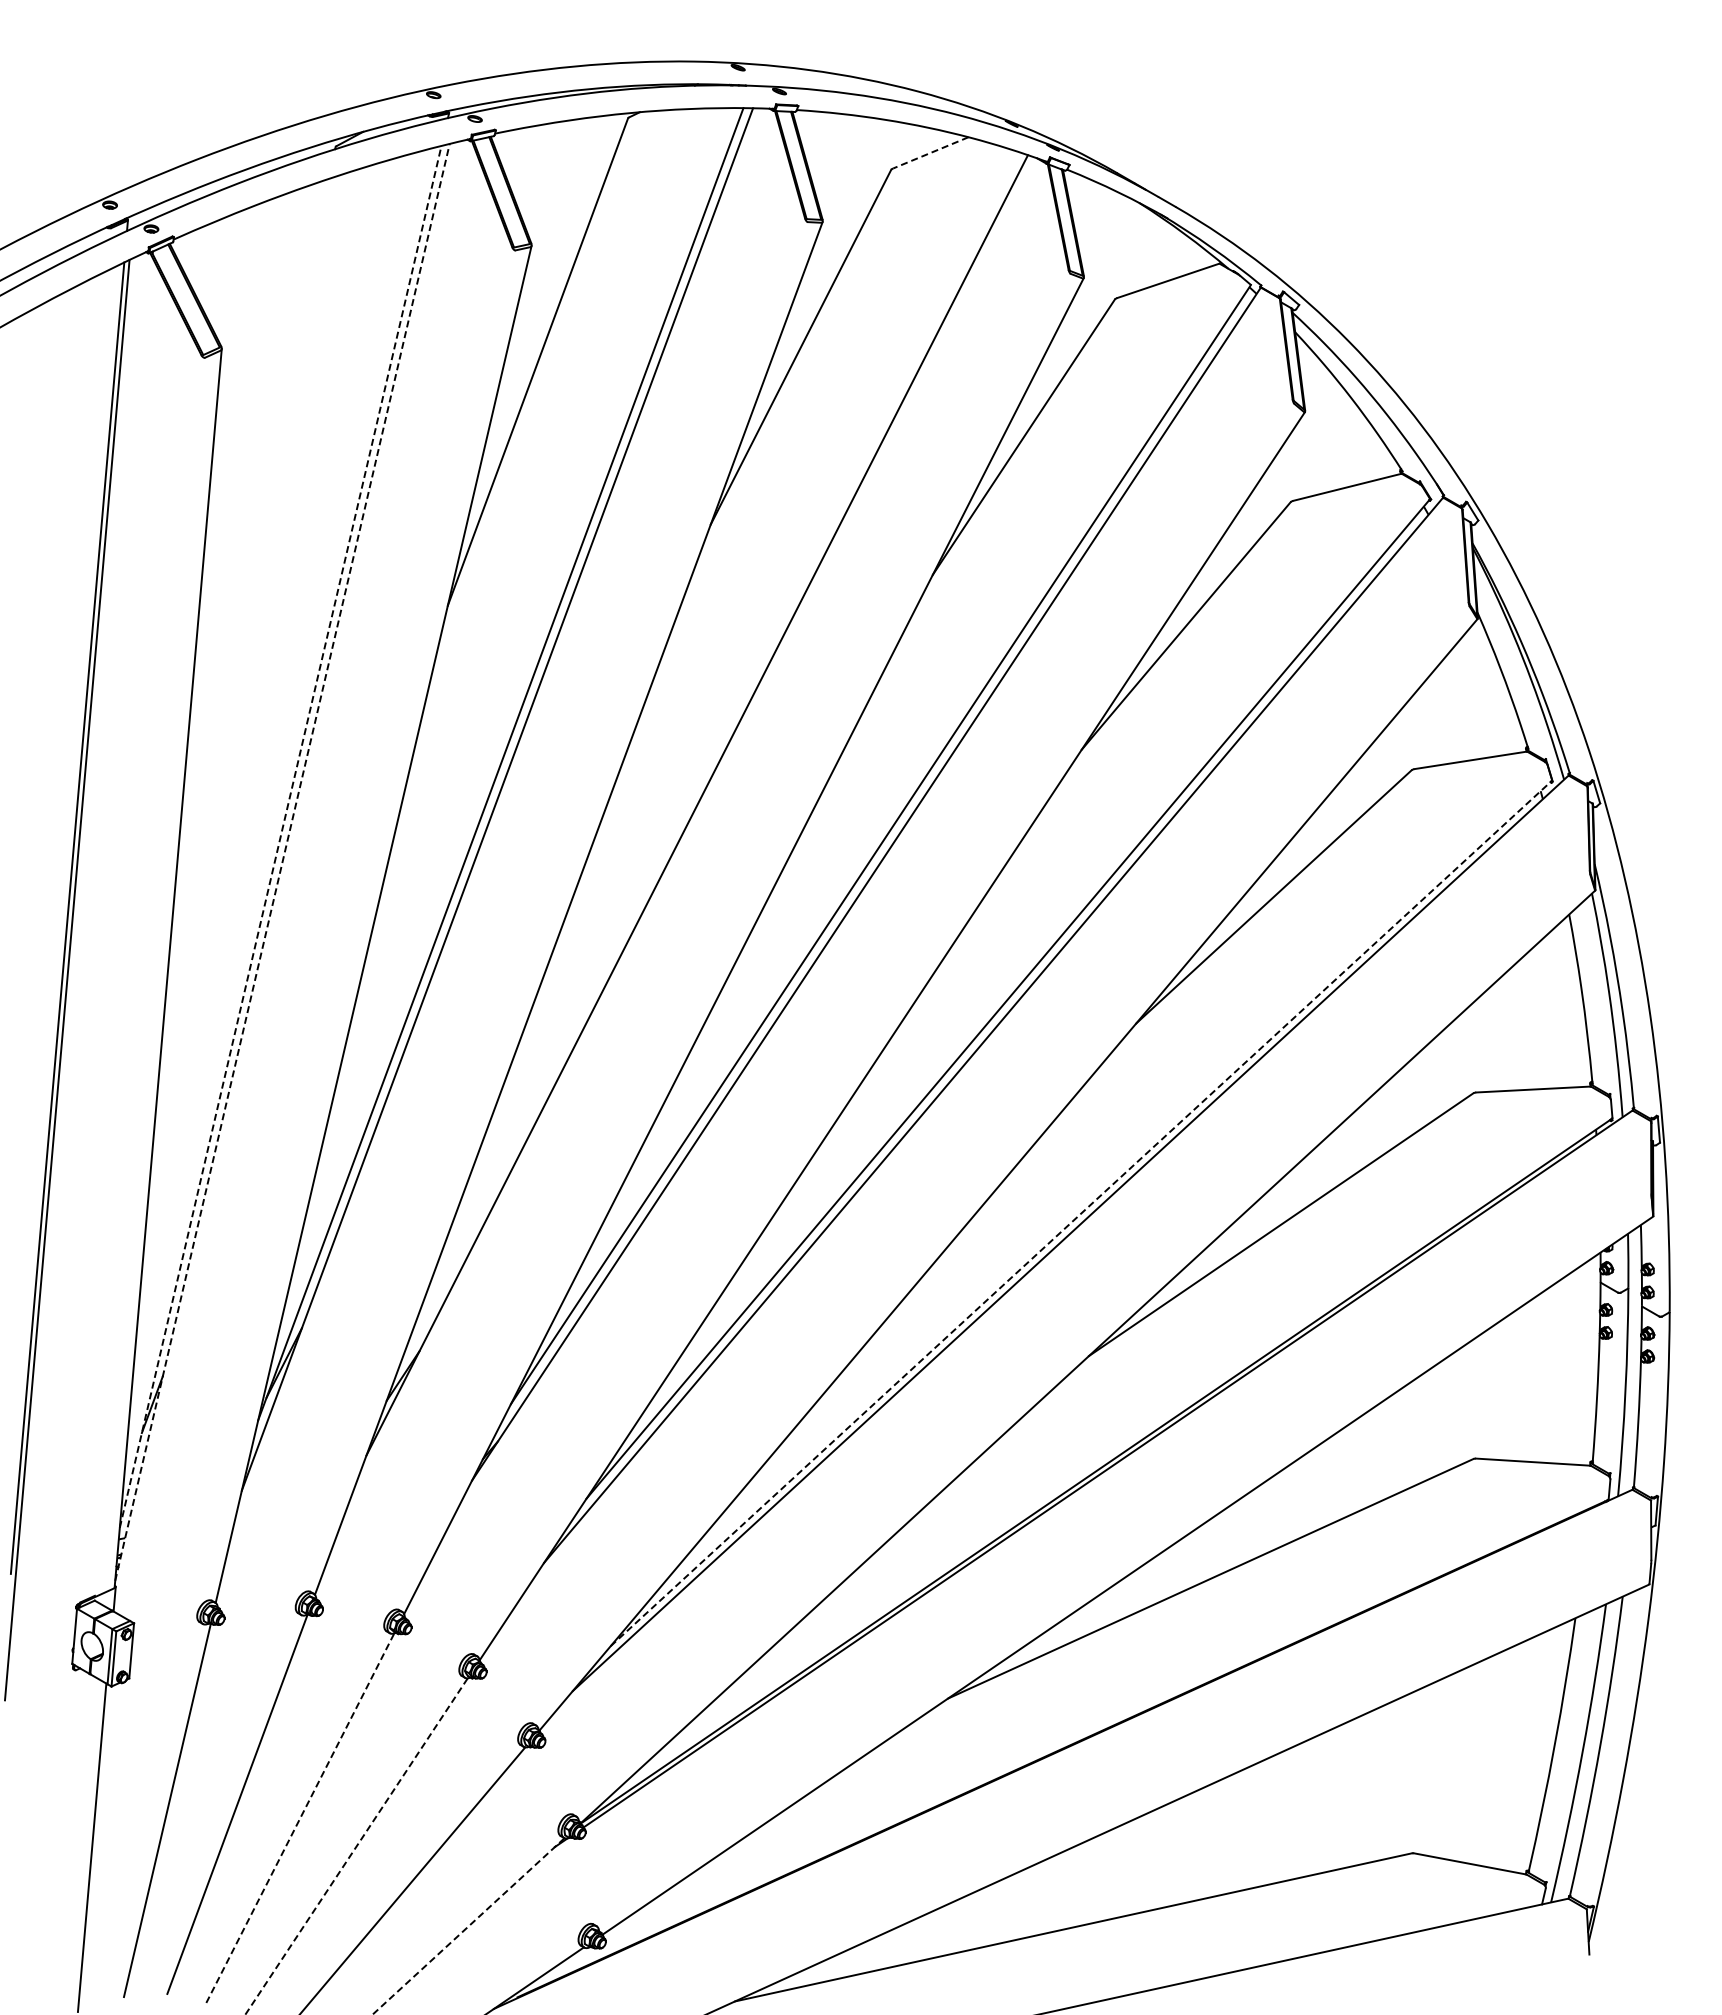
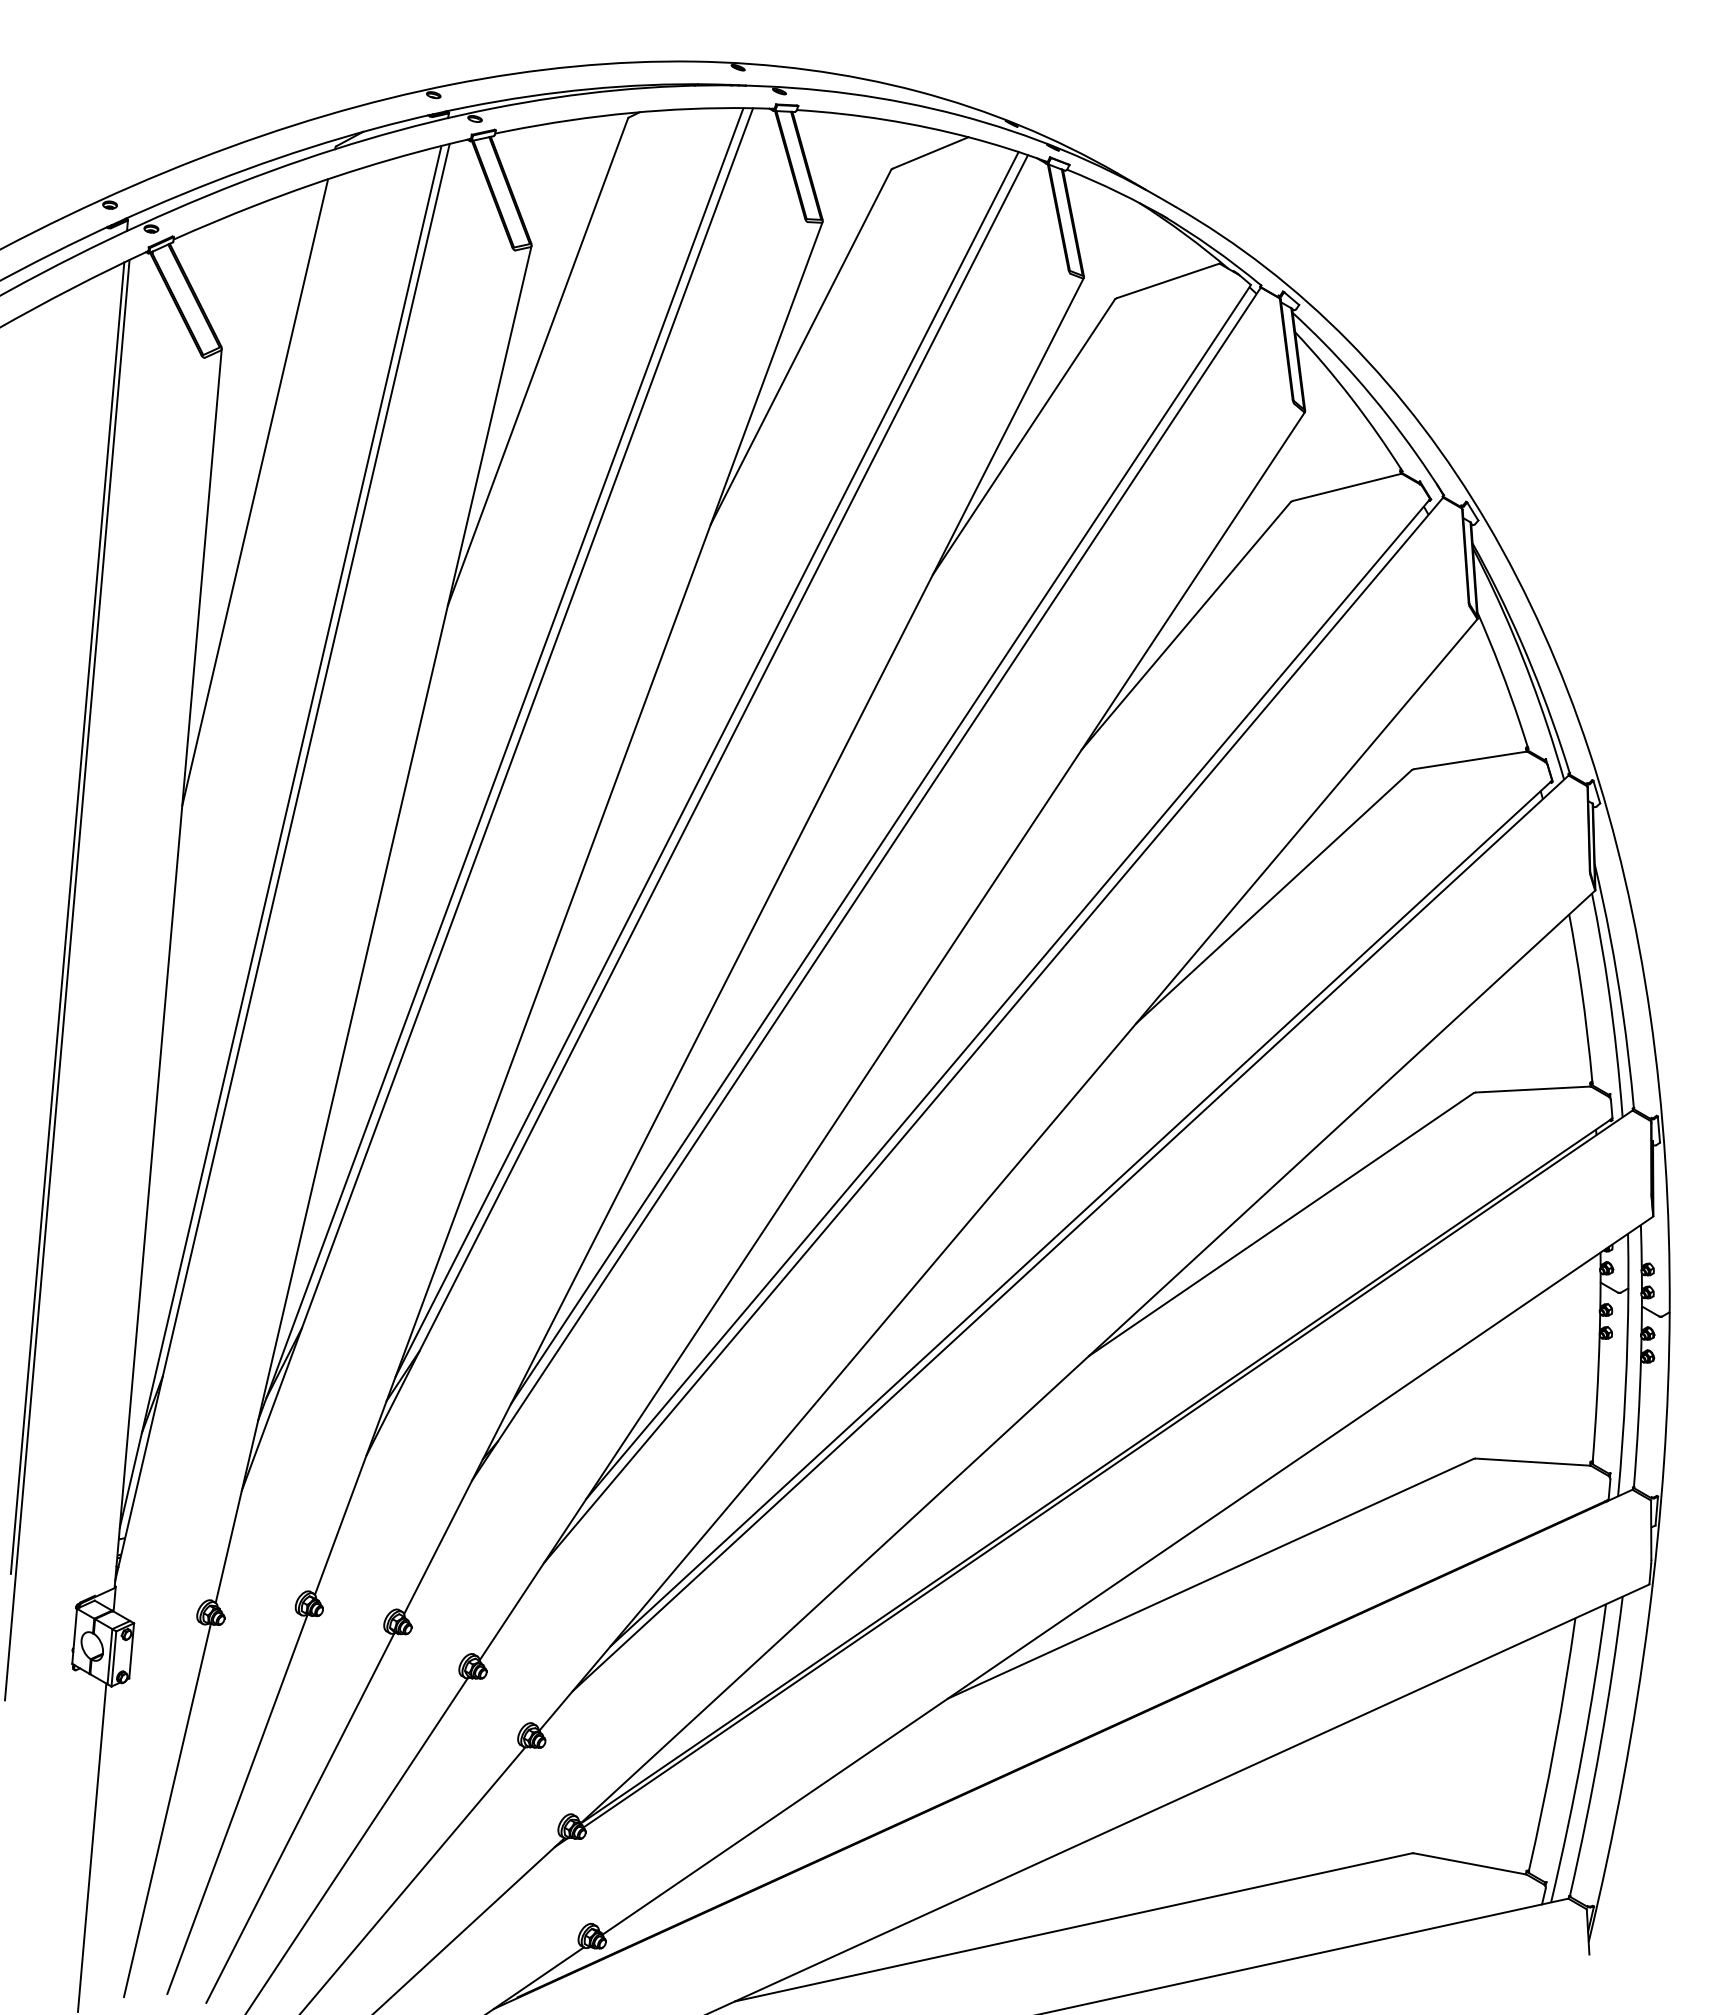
line at (930, 152): dashed -> solid
line at (255, 492): none -> present
line at (706, 764): none -> present
line at (280, 836): dashed -> solid
line at (282, 862): dashed -> solid
line at (1081, 1213): dashed -> solid
line at (300, 1817): dashed -> solid
line at (356, 1846): dashed -> solid
line at (469, 1926): dashed -> solid
